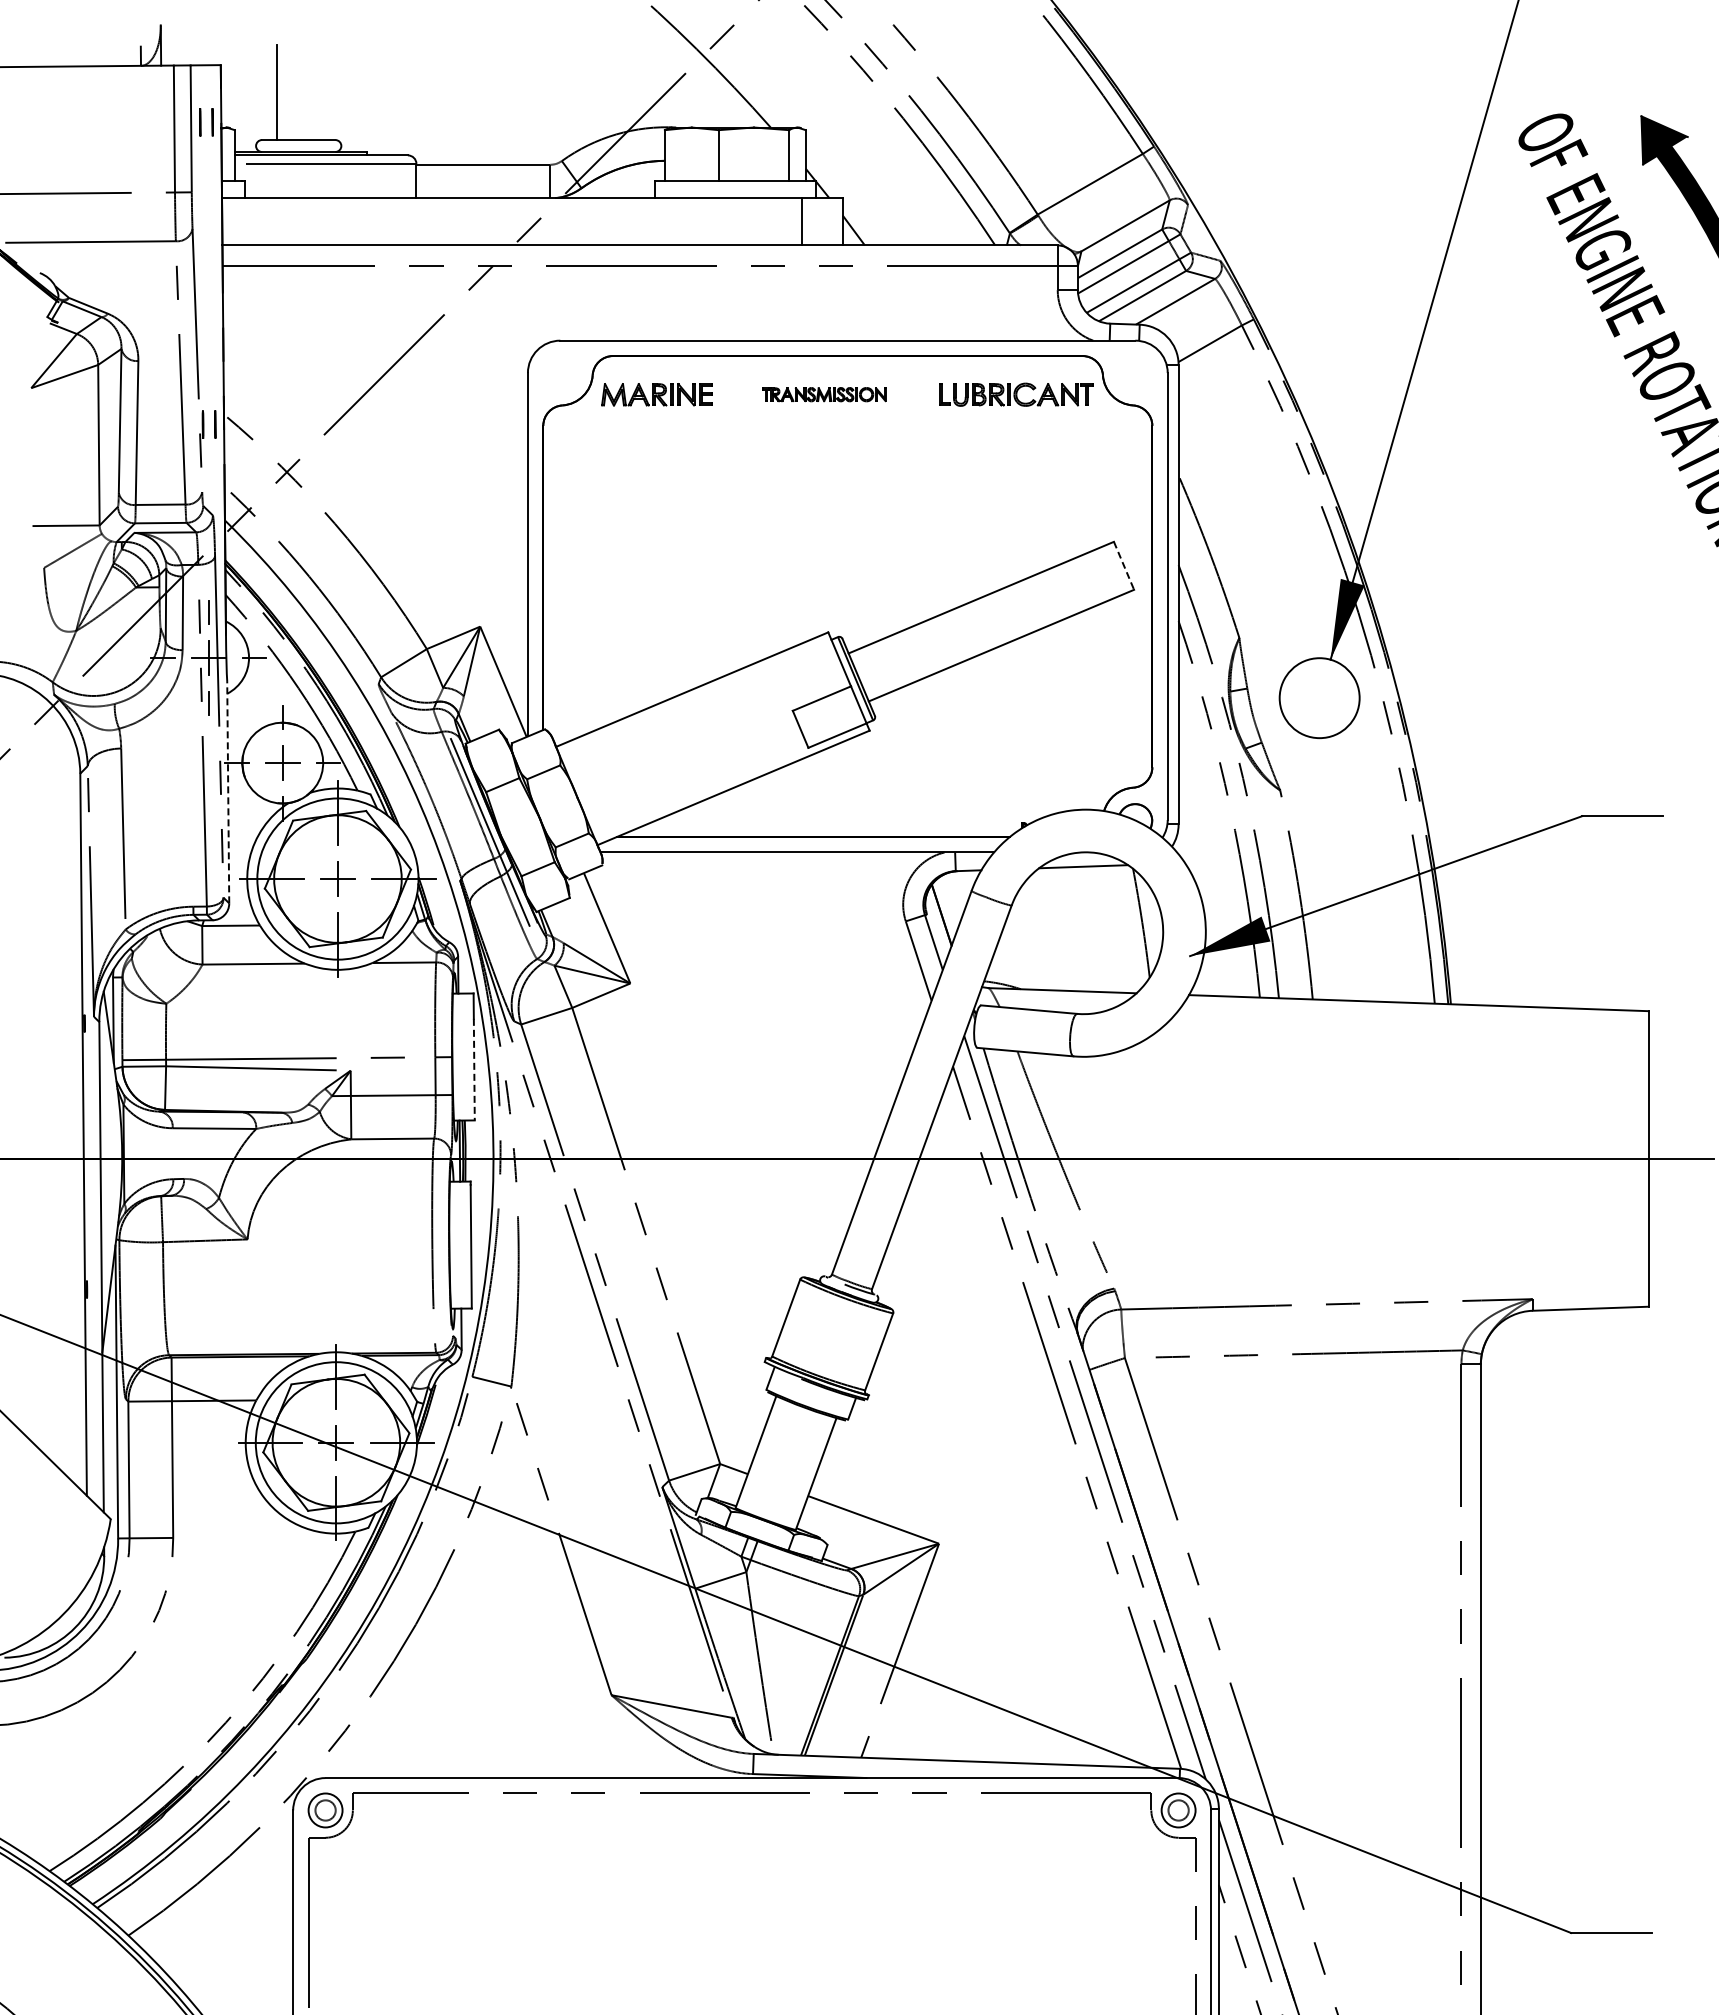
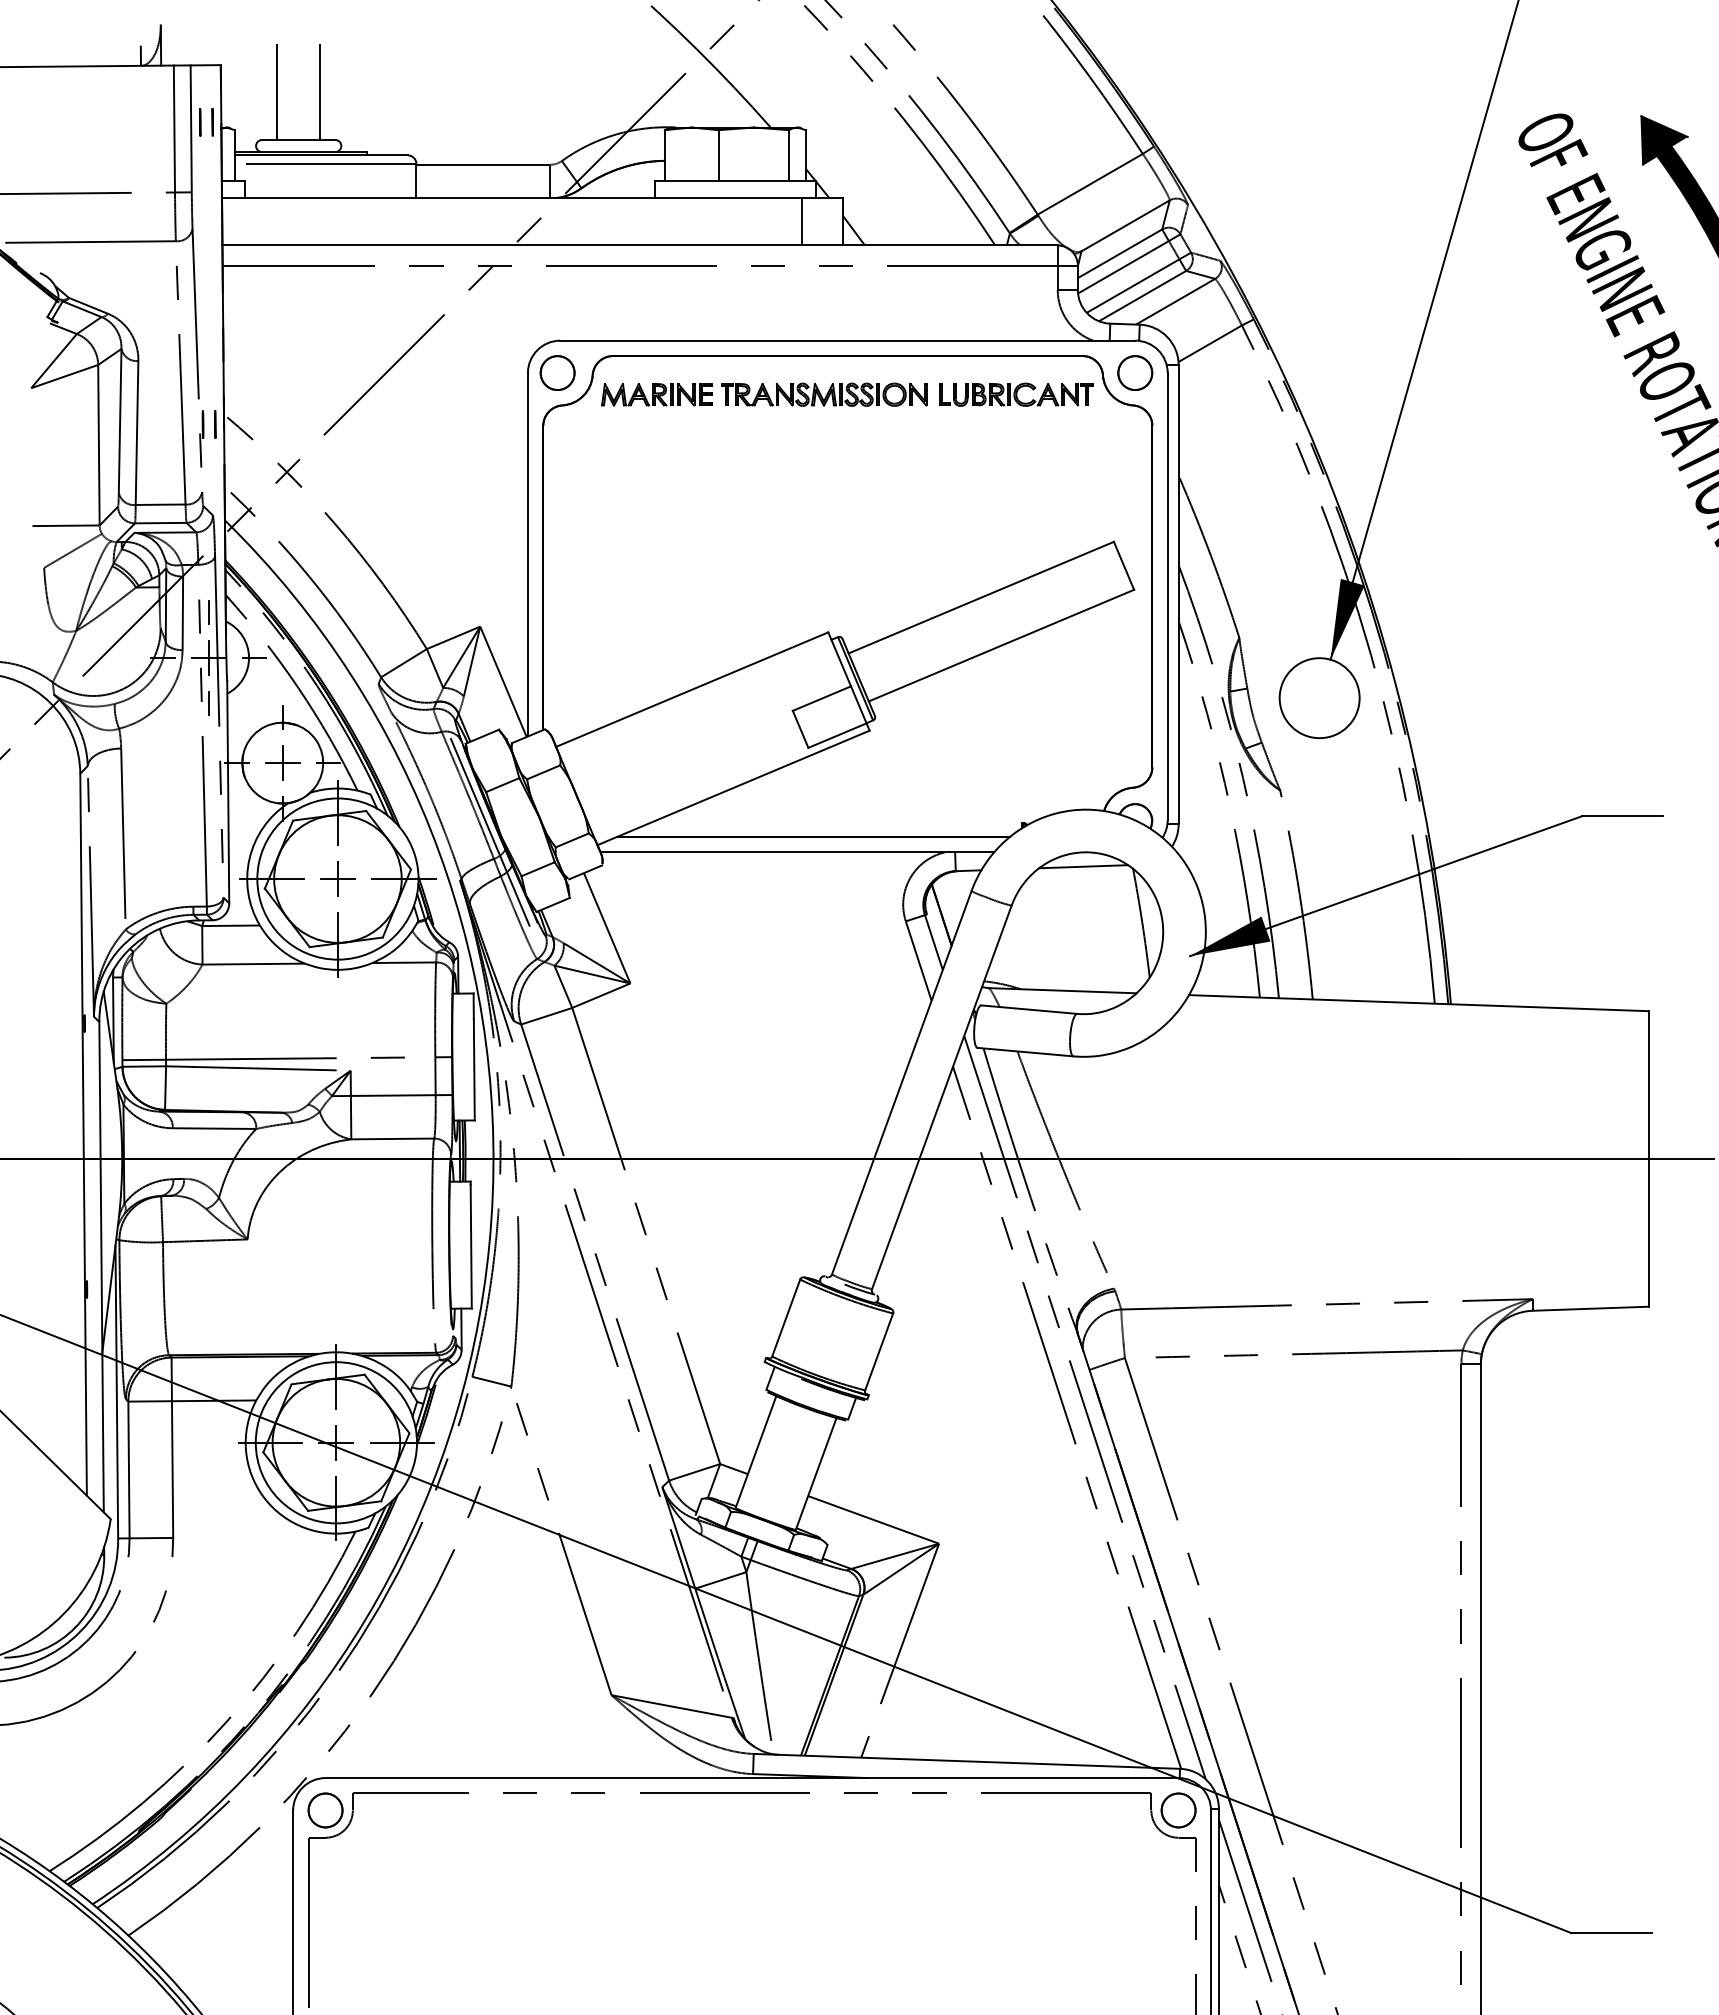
line at (320, 92): none -> present
part at (557, 372): none -> present
part at (1135, 372): none -> present
part at (824, 394) size: 125x16 px -> 207x25 px
line at (1124, 566): dashed -> solid
line at (228, 791): dashed -> solid
line at (474, 1069): dashed -> solid
circle at (325, 1810) diameter: 20 px -> 34 px
circle at (1178, 1810) diameter: 20 px -> 34 px
